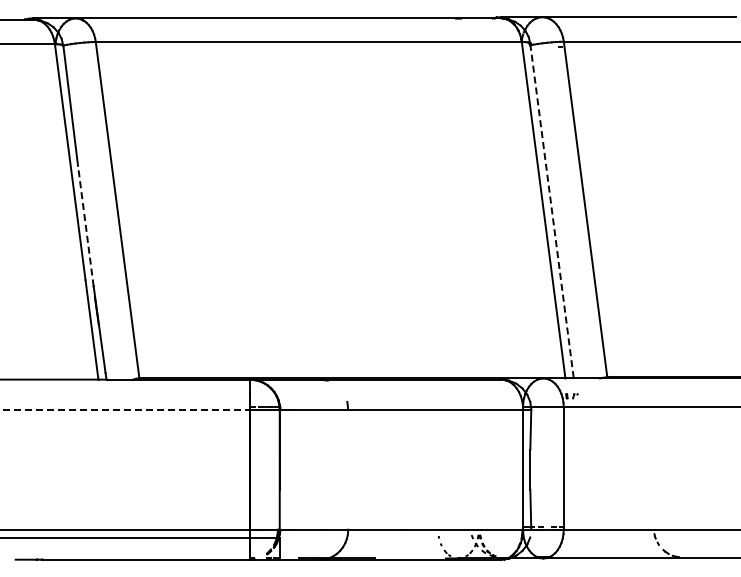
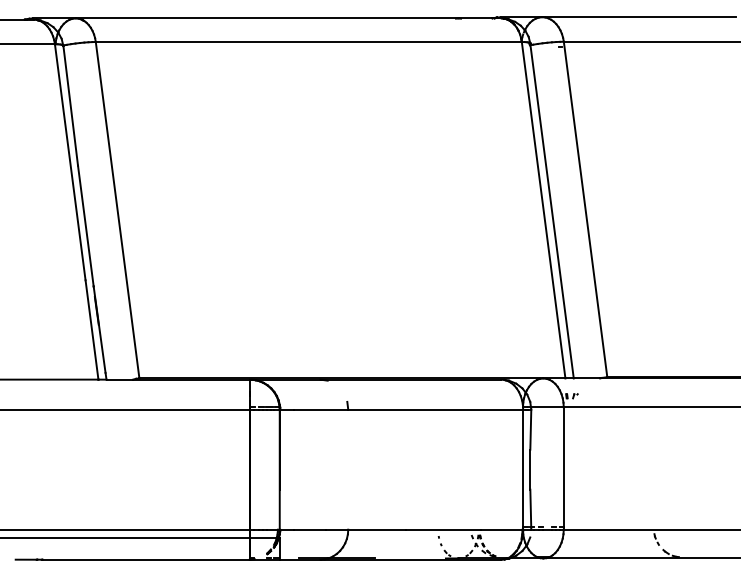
line at (552, 211): dashed -> solid
line at (85, 226): dashed -> solid
line at (124, 409): dashed -> solid
